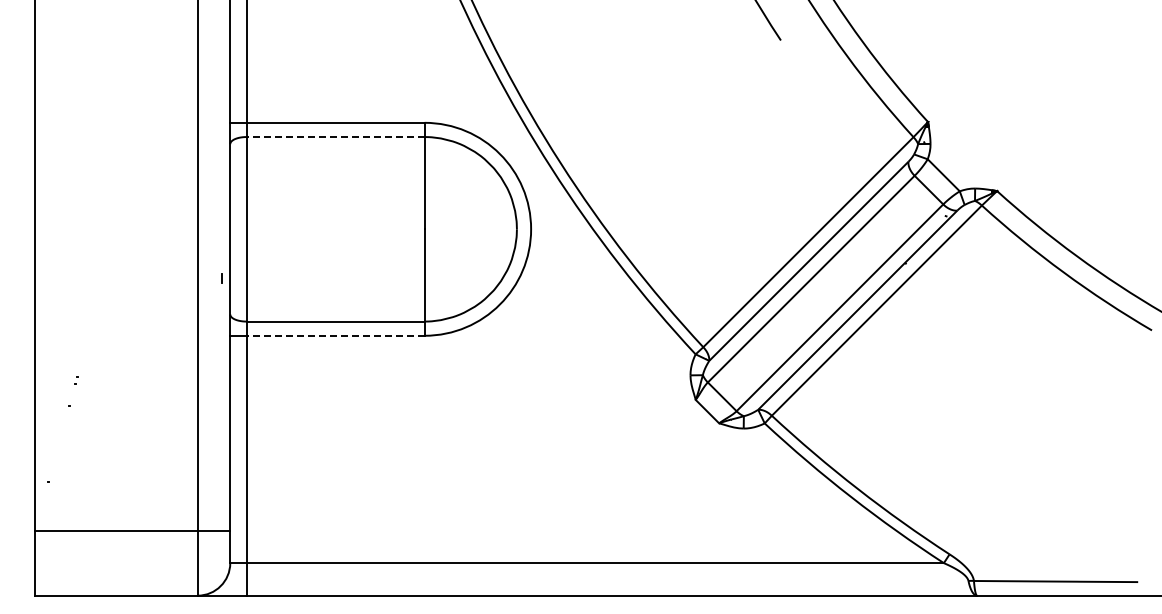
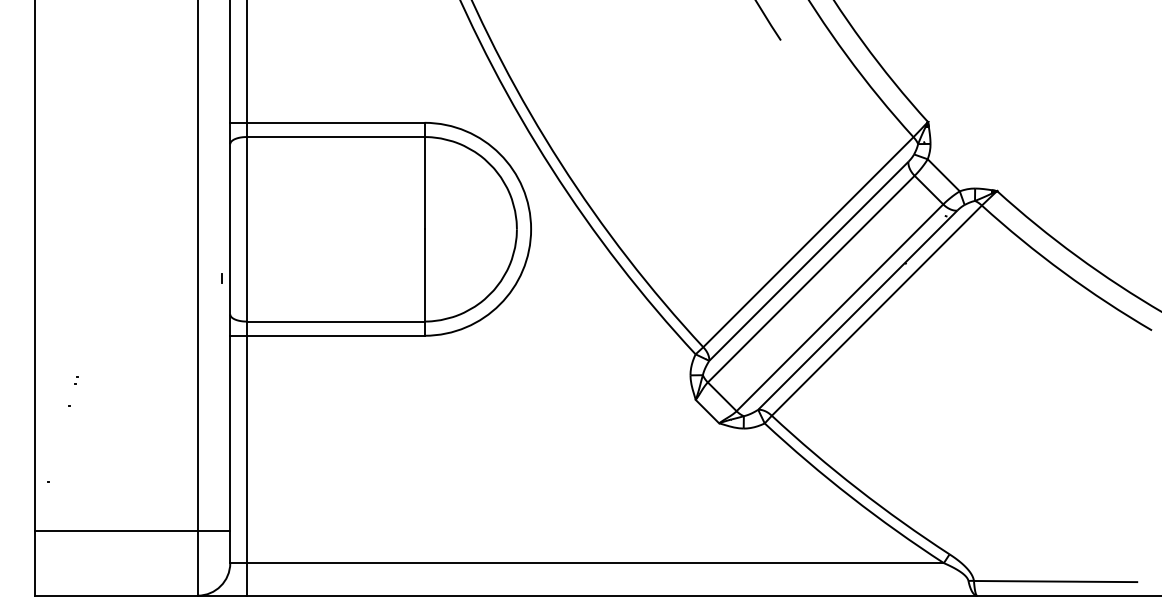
line at (335, 137): dashed -> solid
line at (335, 335): dashed -> solid
